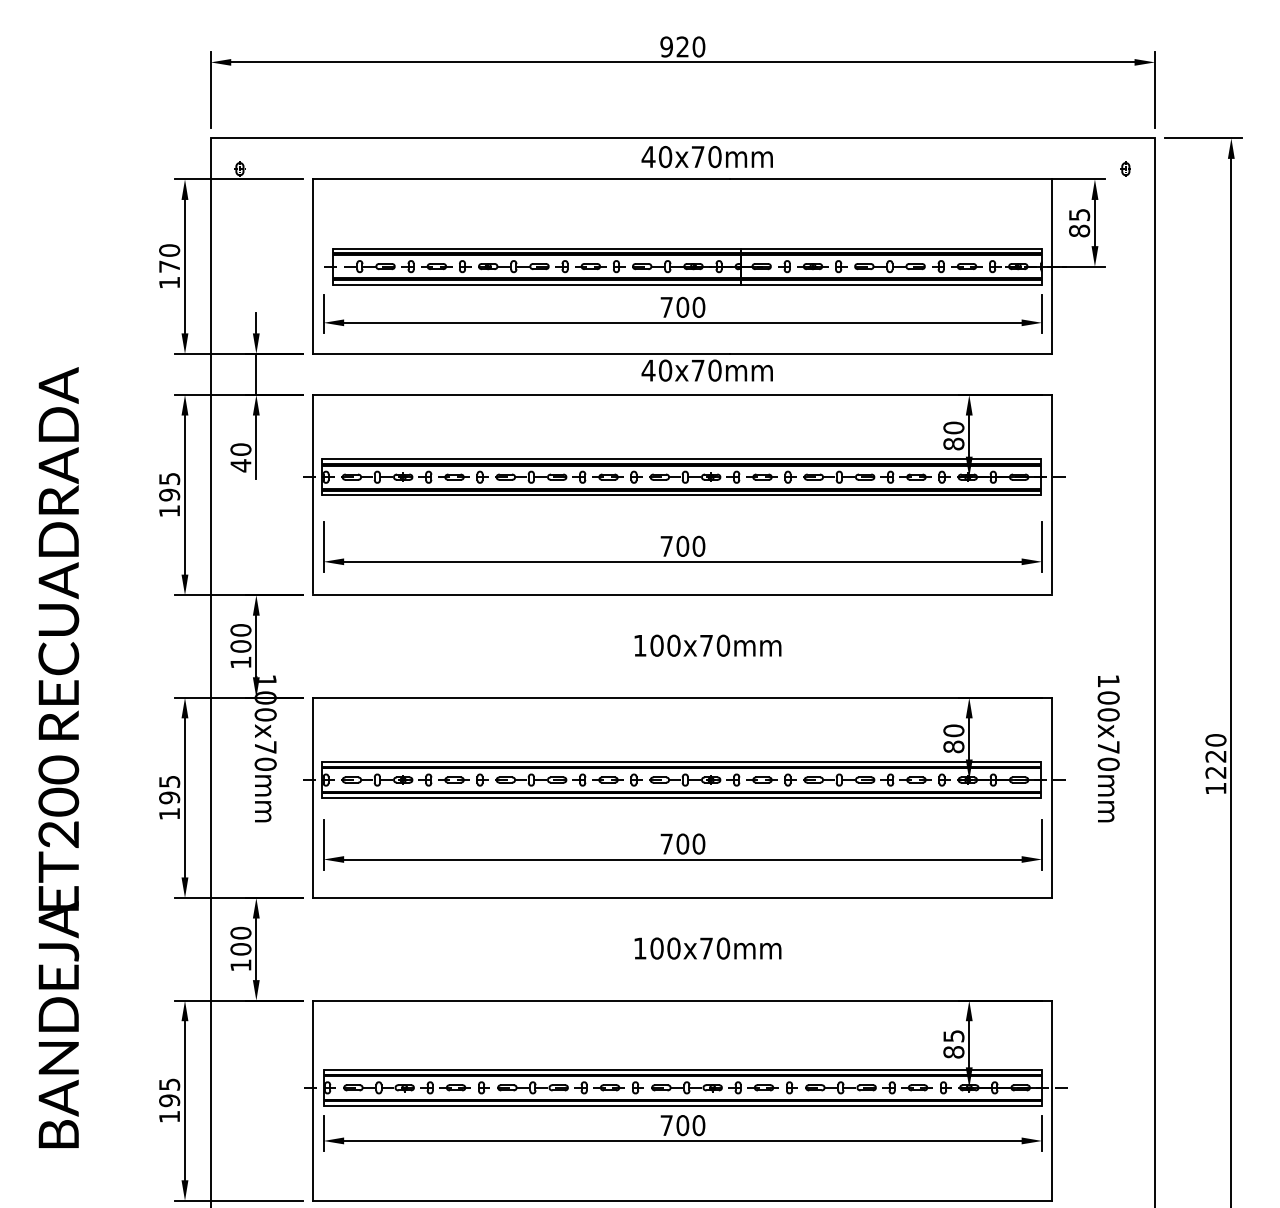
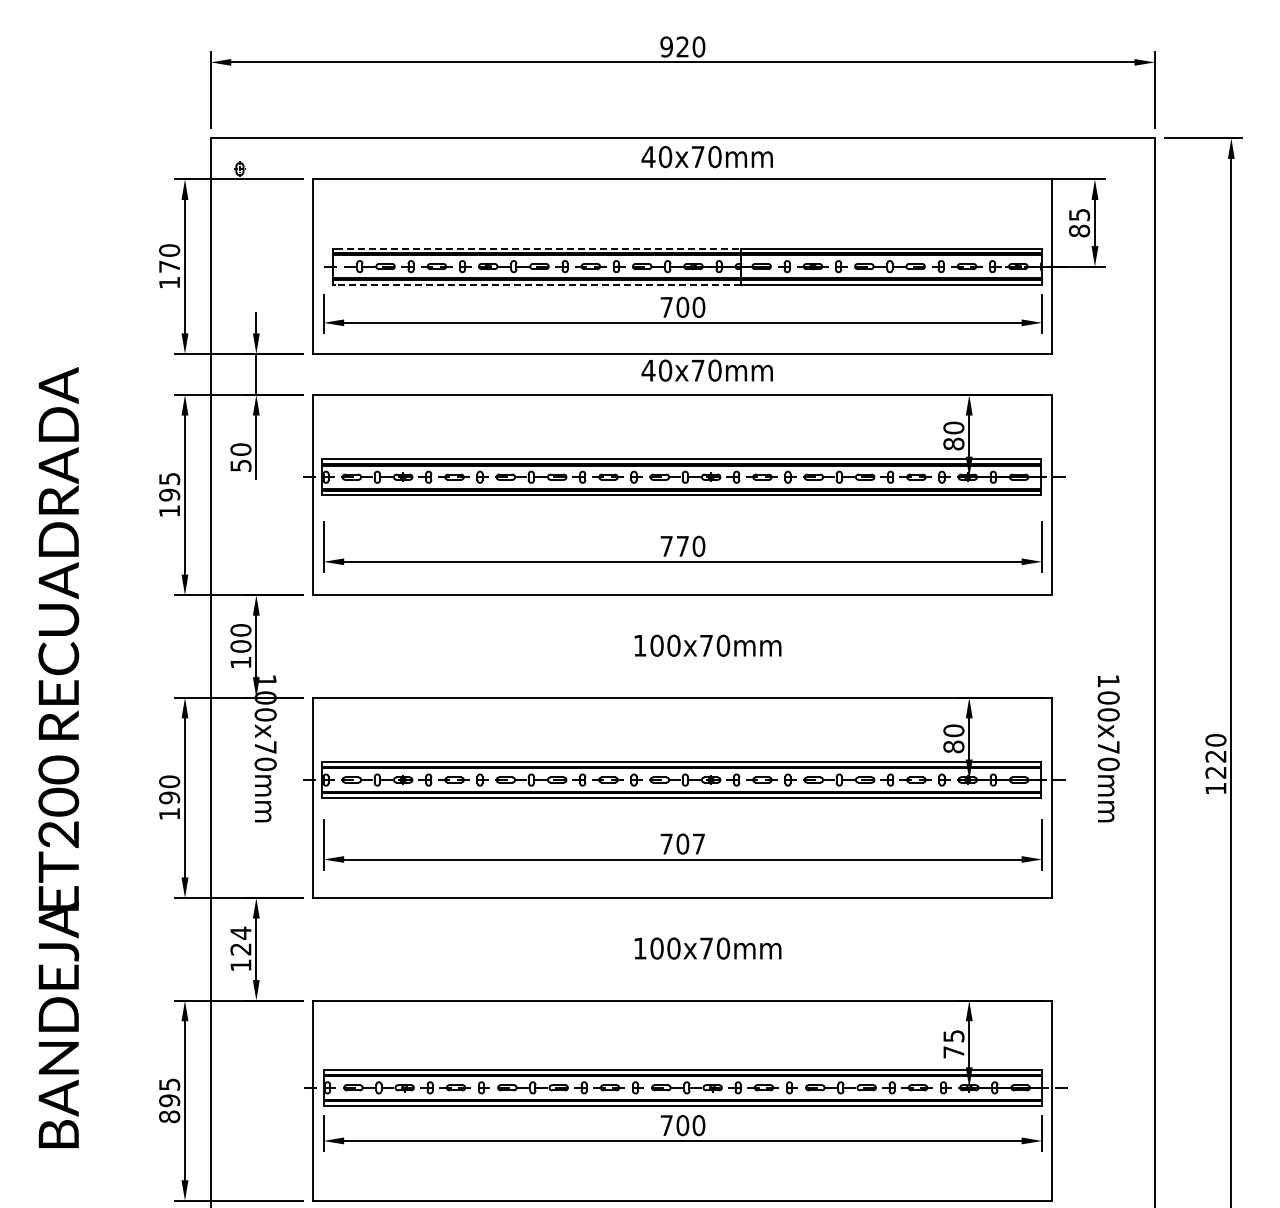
part at (1125, 168): present -> none
line at (539, 248): solid -> dashed
line at (538, 284): solid -> dashed
text at (240, 465): 40 -> 50
text at (682, 545): 700 -> 770
text at (169, 781): 195 -> 190
text at (698, 843): 700 -> 707
text at (240, 940): 100 -> 124
text at (953, 1052): 85 -> 75
text at (169, 1116): 195 -> 895
